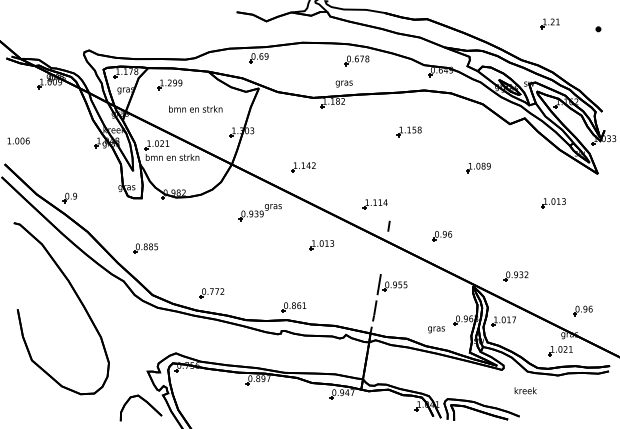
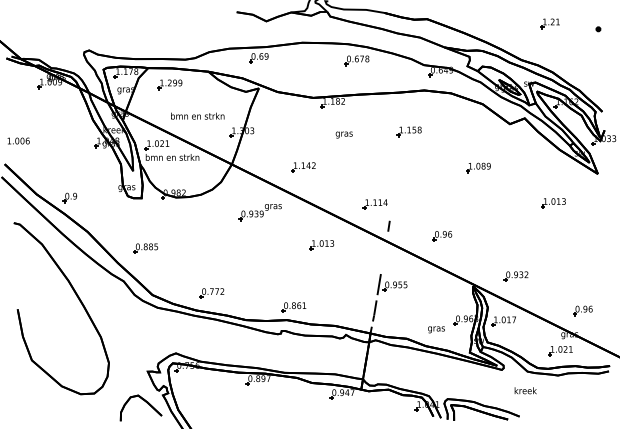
text at (343, 83) position: (343, 83) -> (343, 134)
text at (195, 108) position: (195, 108) -> (197, 115)
